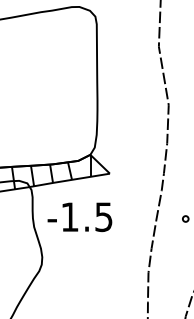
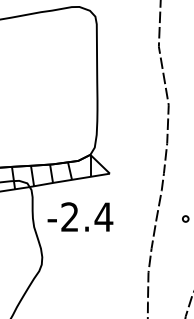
text at (87, 217): -1.5 -> -2.4
